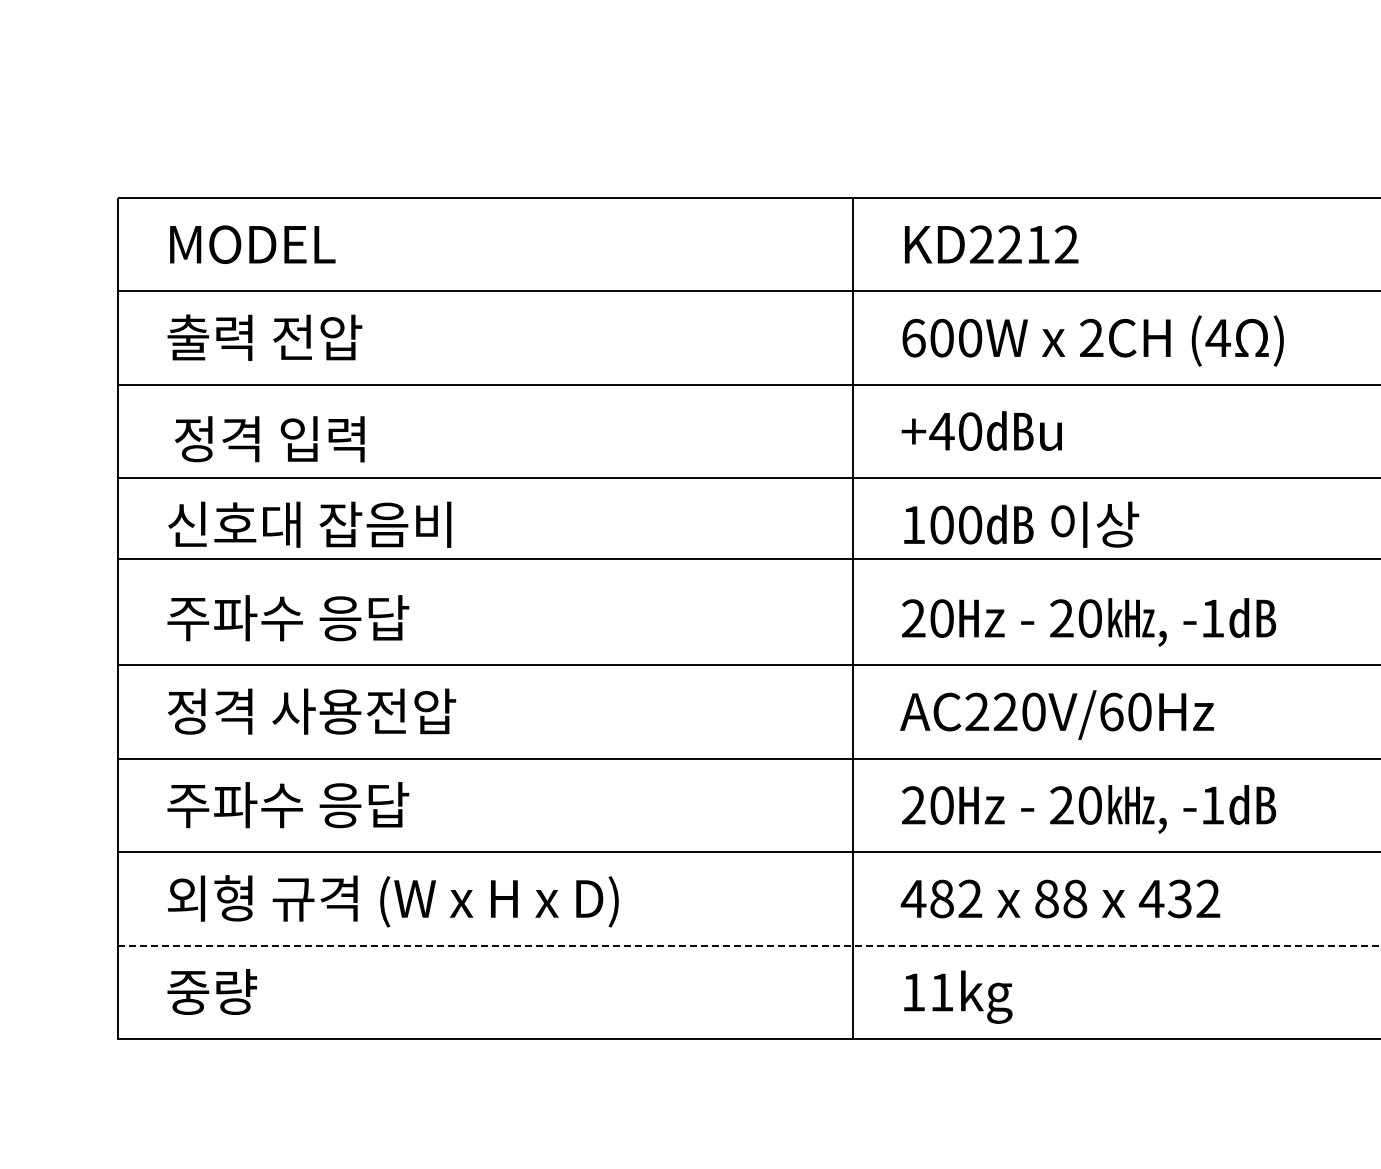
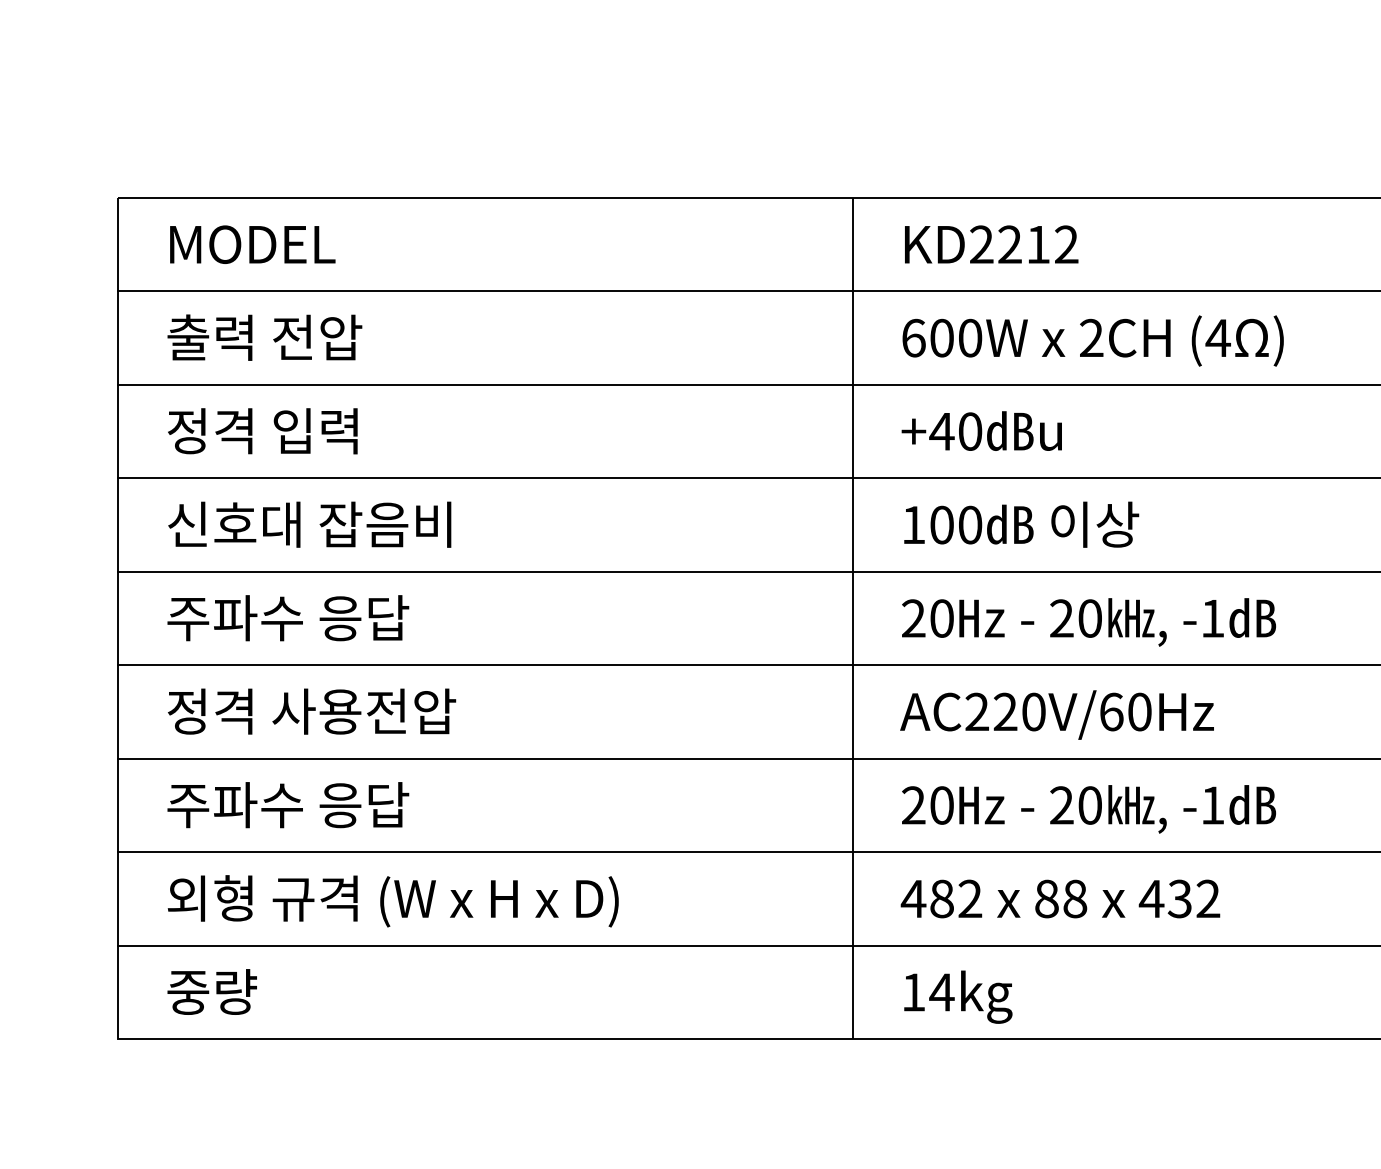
text at (269, 439) position: (269, 439) -> (262, 431)
line at (747, 558) position: (747, 558) -> (747, 571)
line at (750, 945): dashed -> solid
text at (941, 992): 11kg -> 14kg
